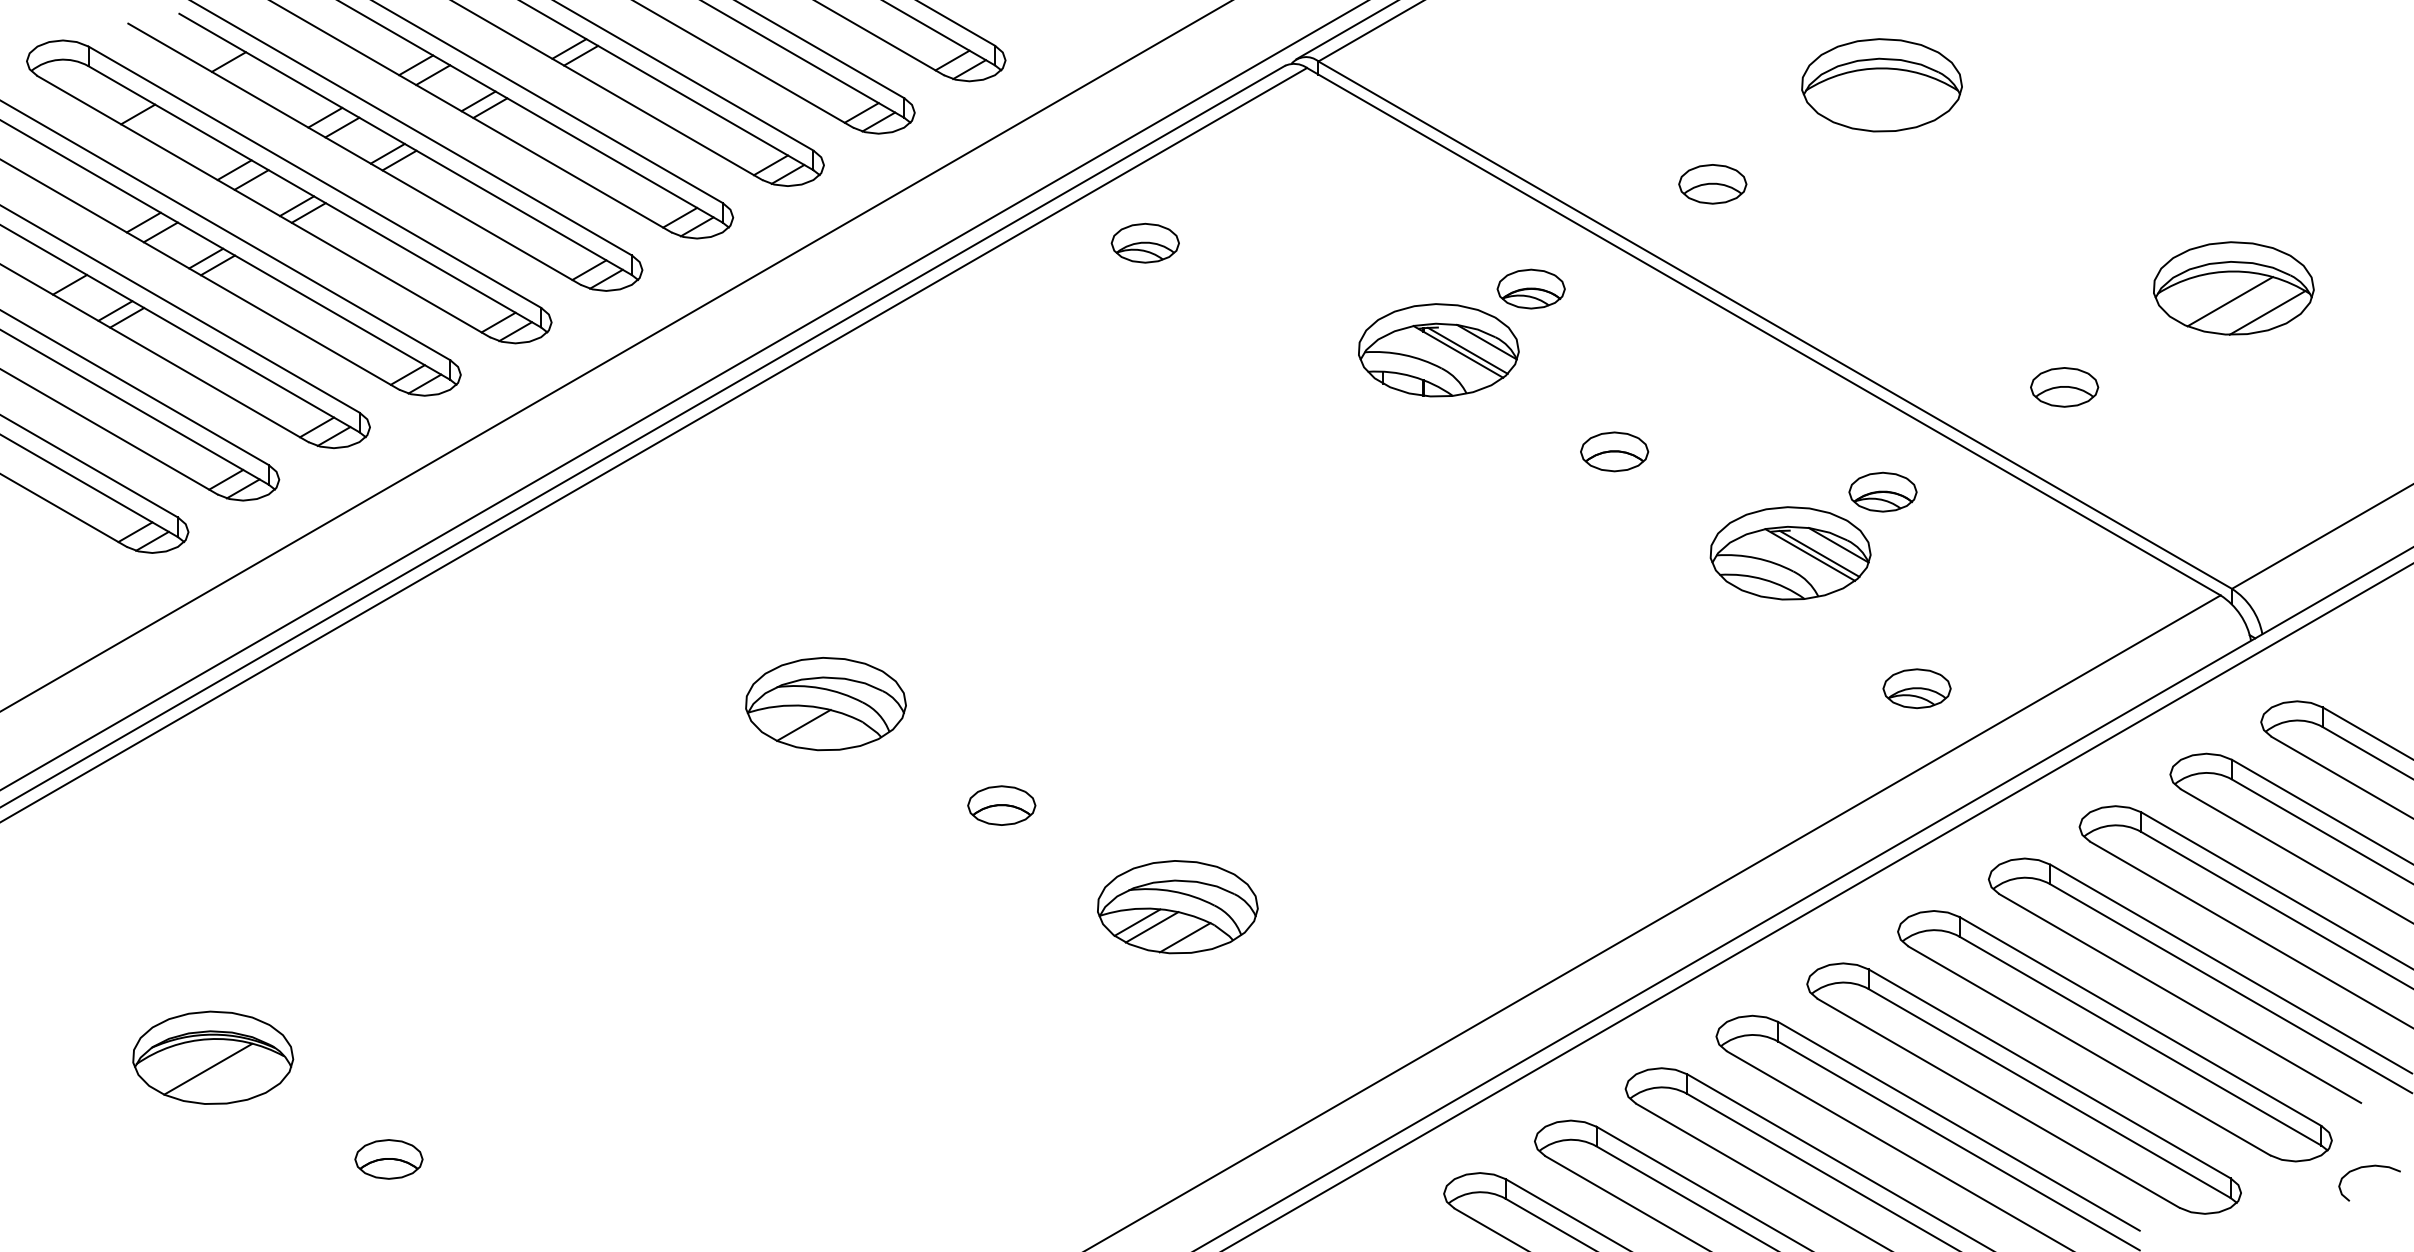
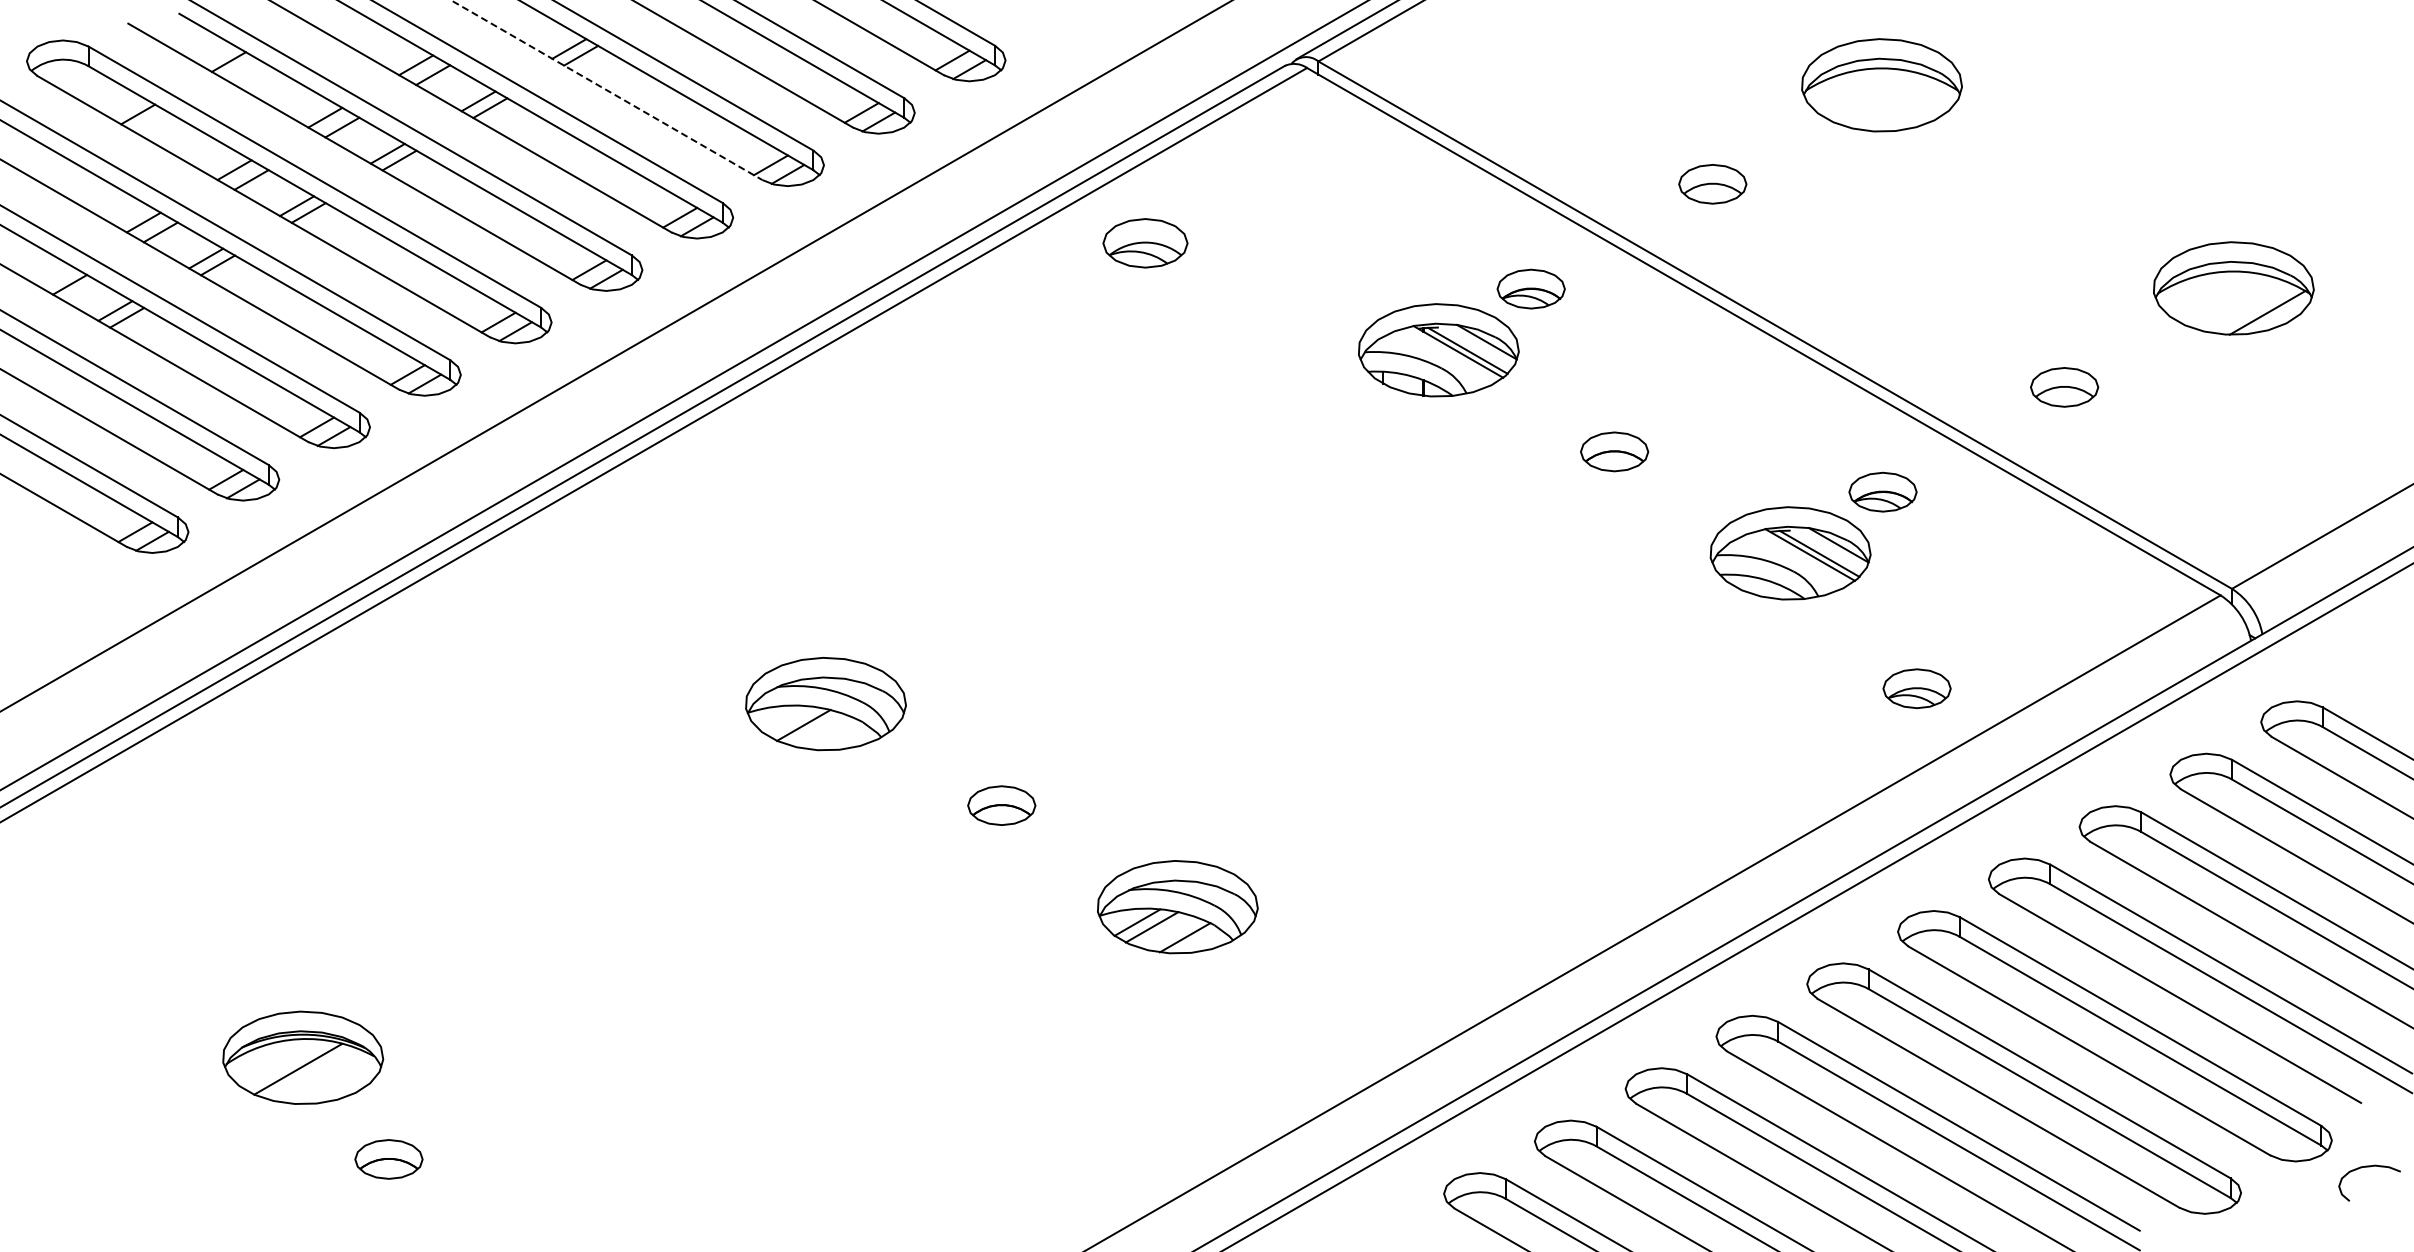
line at (606, 90): solid -> dashed
part at (1144, 242) size: 70x42 px -> 87x51 px
line at (2229, 301): present -> none
part at (213, 1057) position: (213, 1057) -> (303, 1057)
